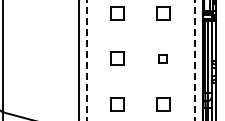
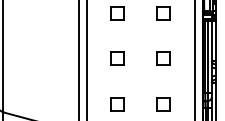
part at (162, 58) size: 10x10 px -> 15x15 px
line at (86, 60): dashed -> solid
line at (195, 60): dashed -> solid
